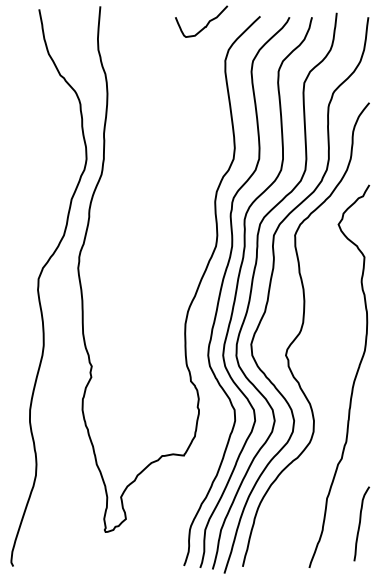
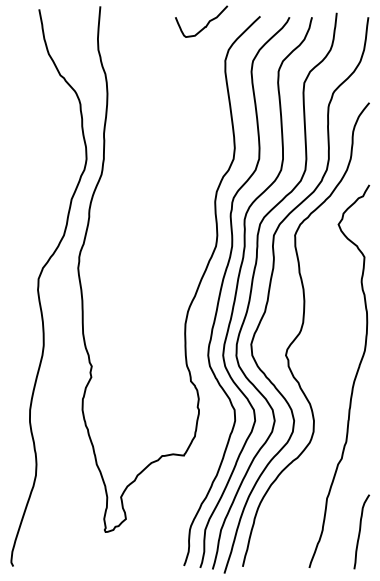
curve at (360, 523) position: (360, 523) -> (360, 531)
